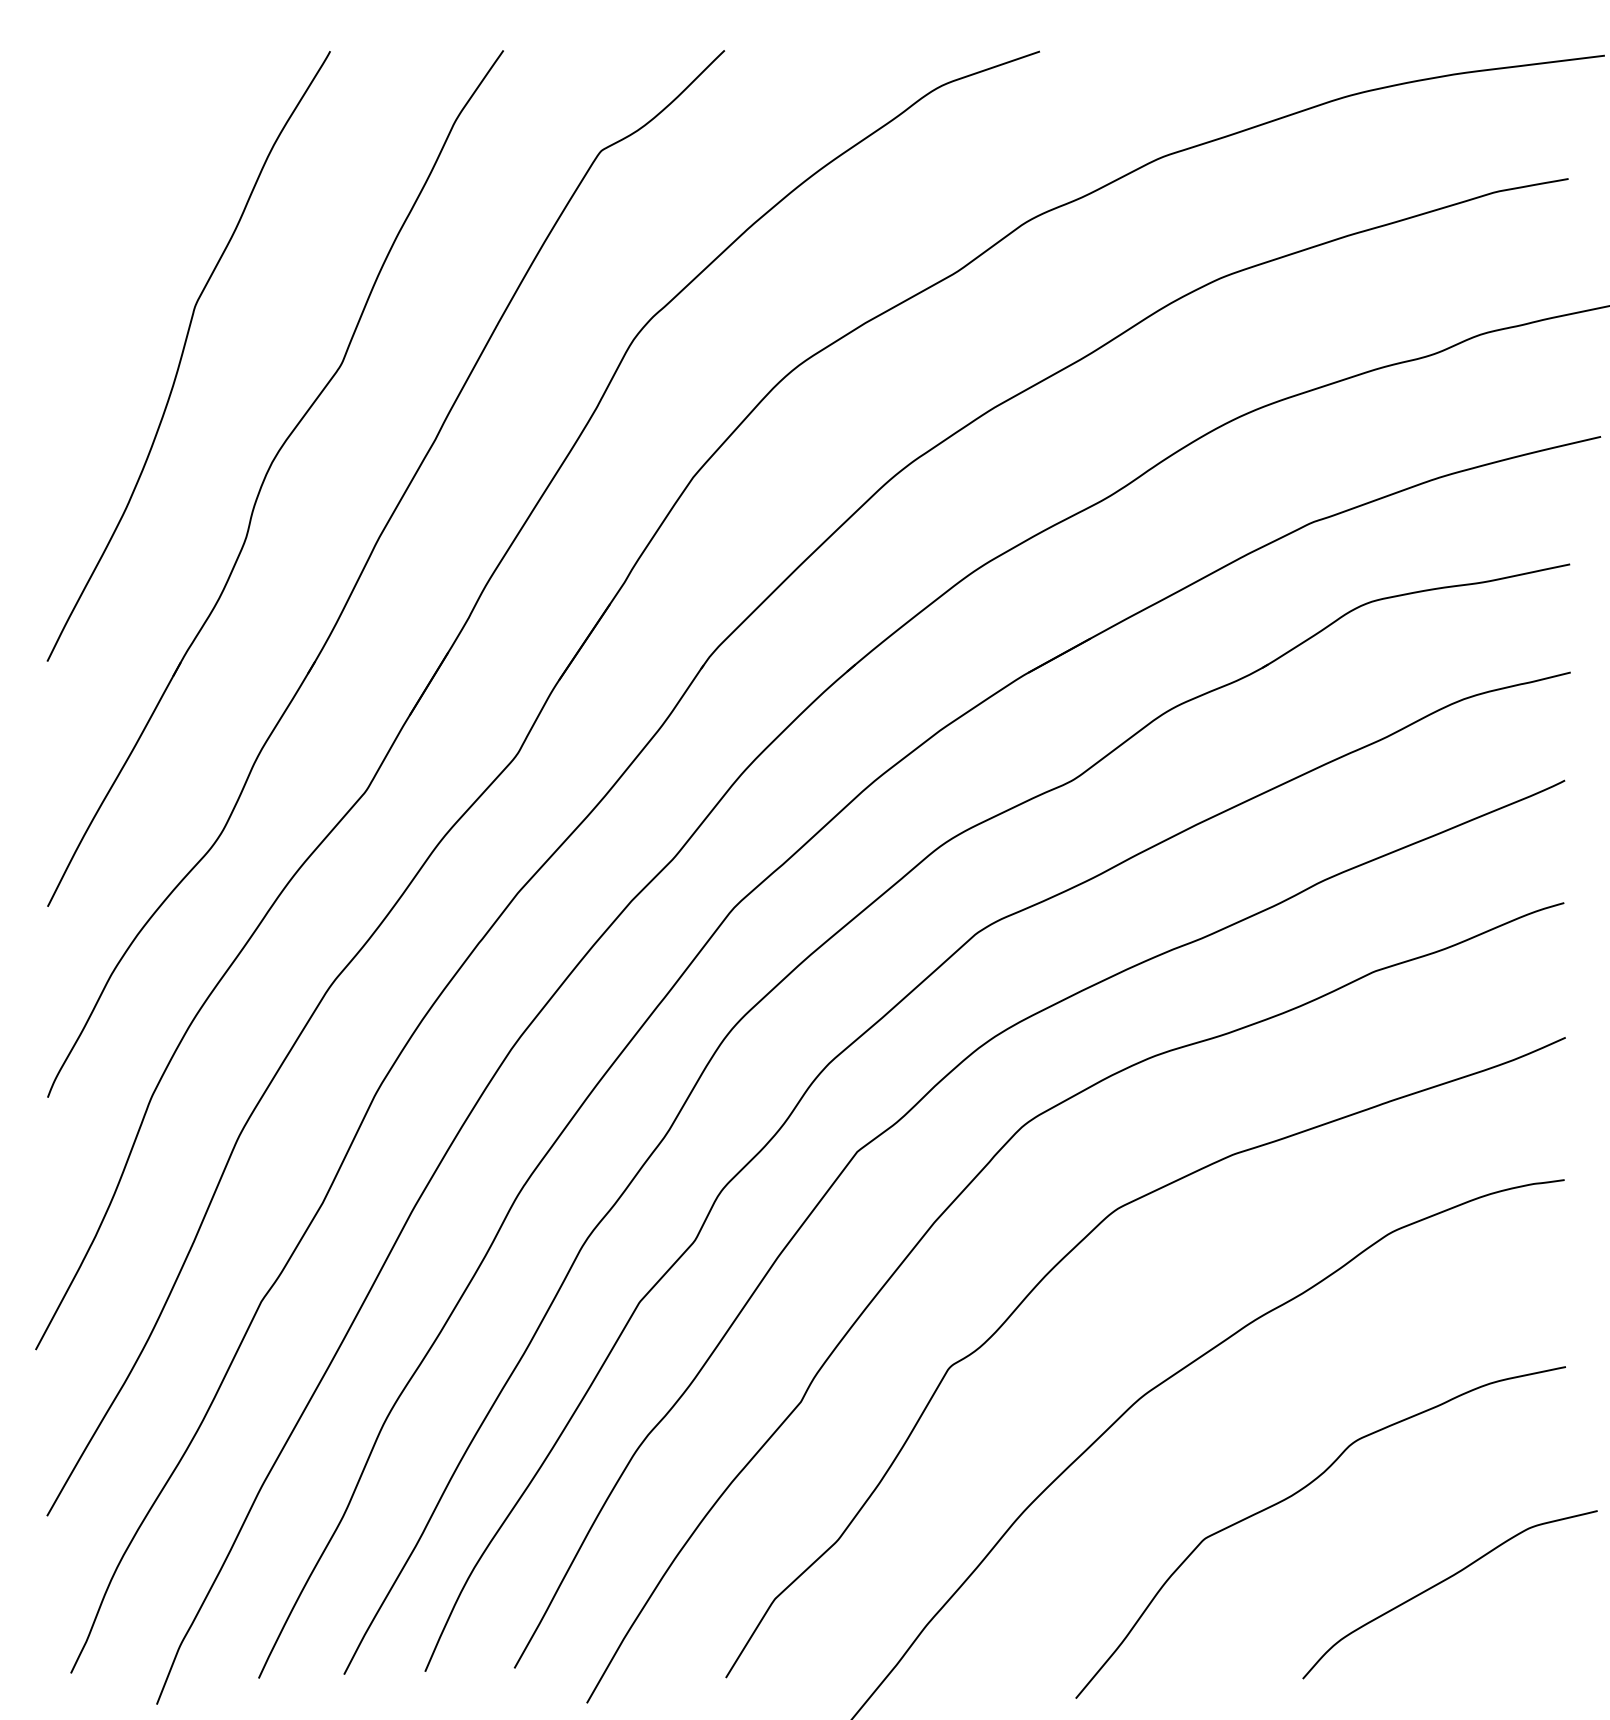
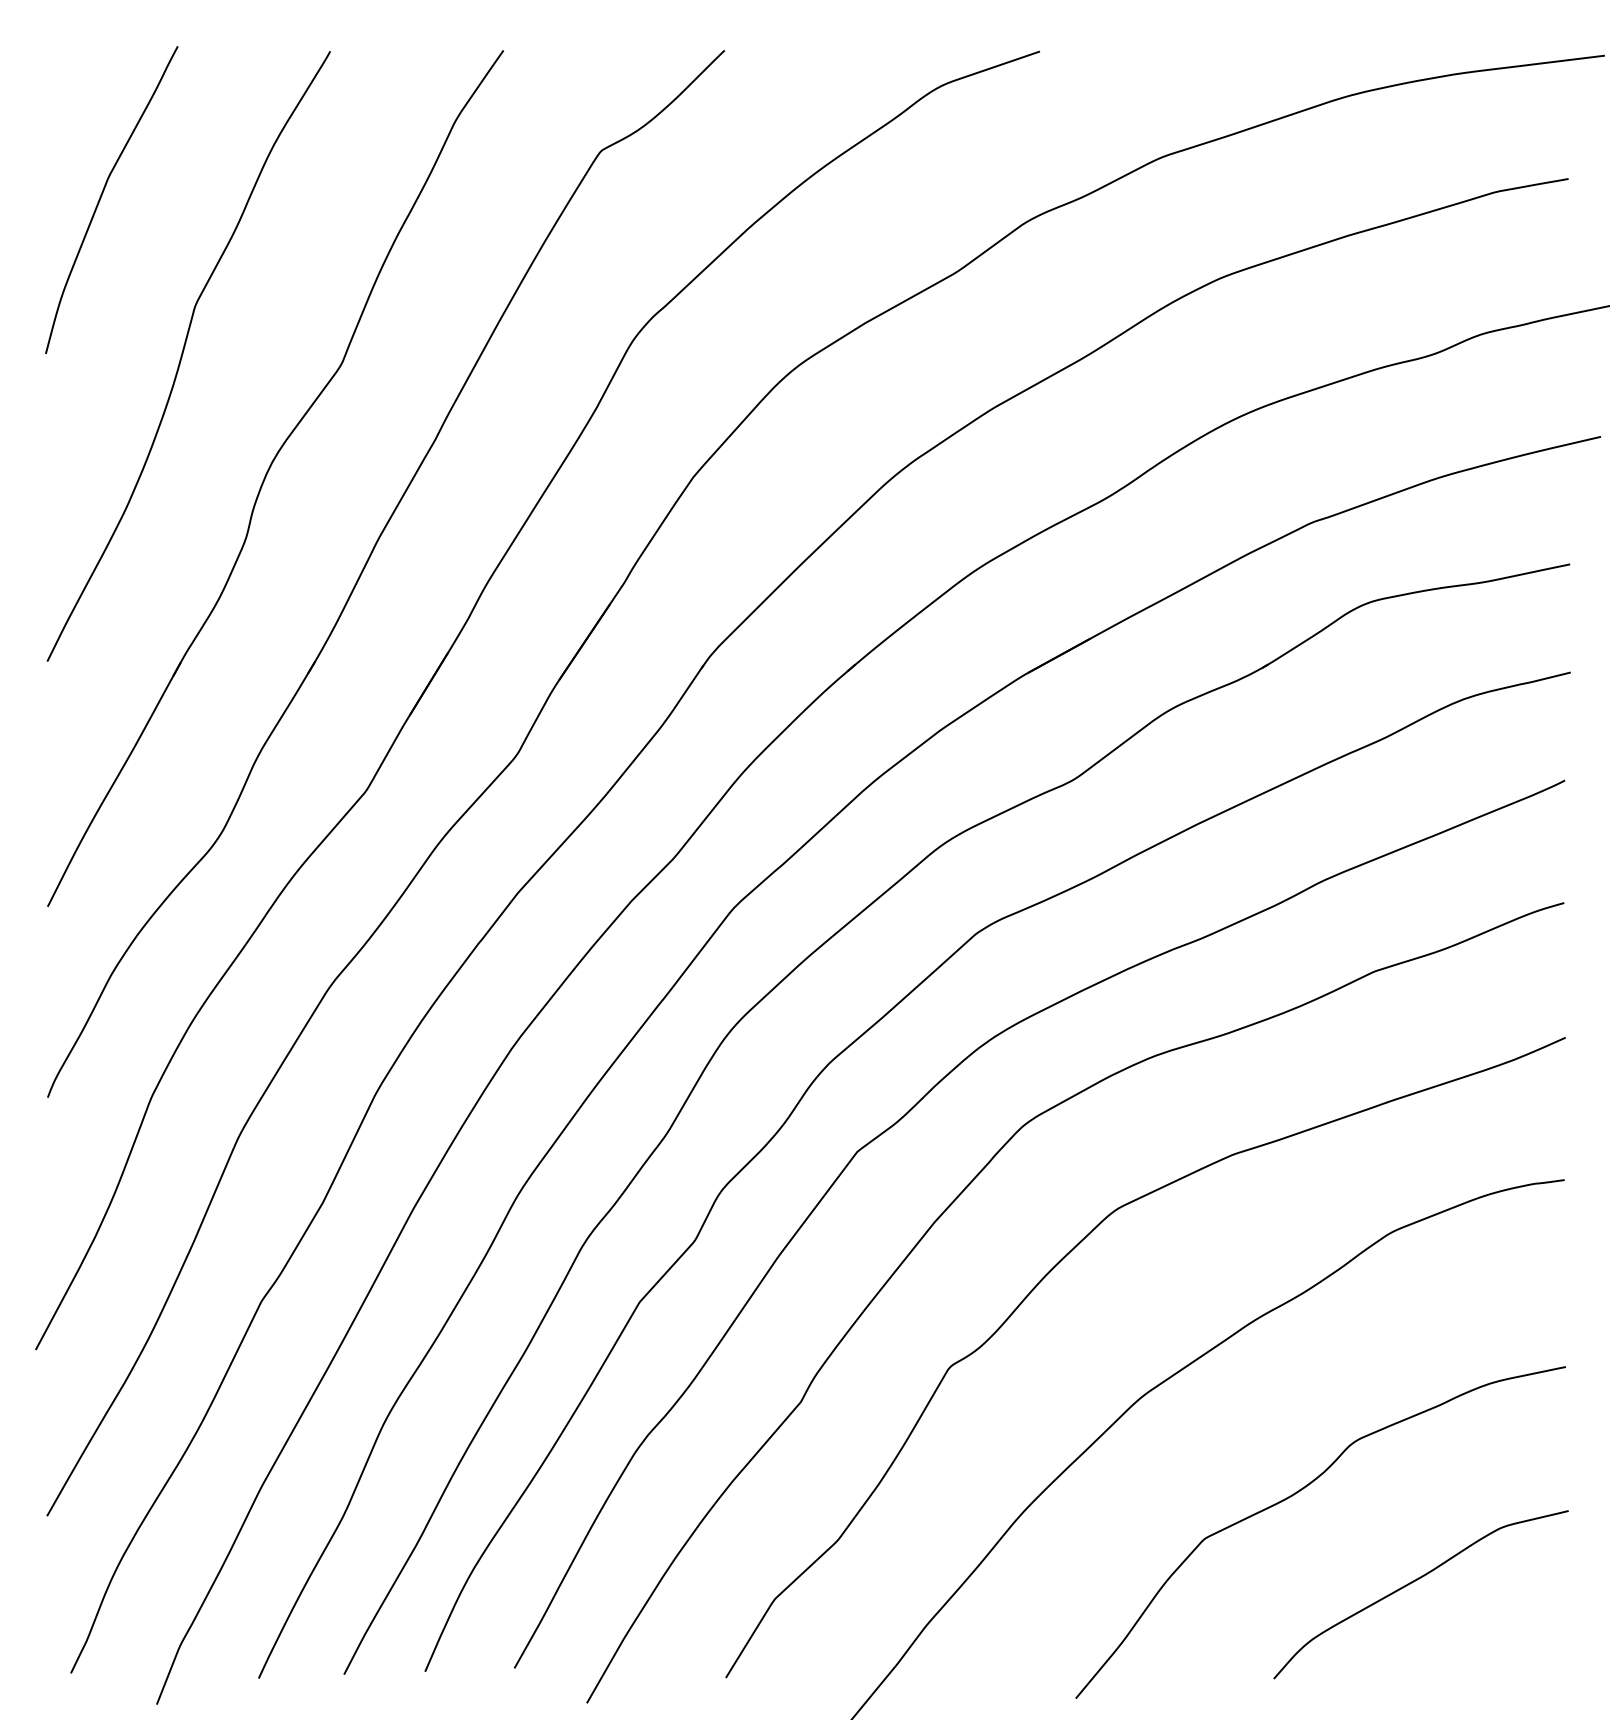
curve at (101, 198): none -> present
curve at (1441, 1583) position: (1441, 1583) -> (1412, 1583)
